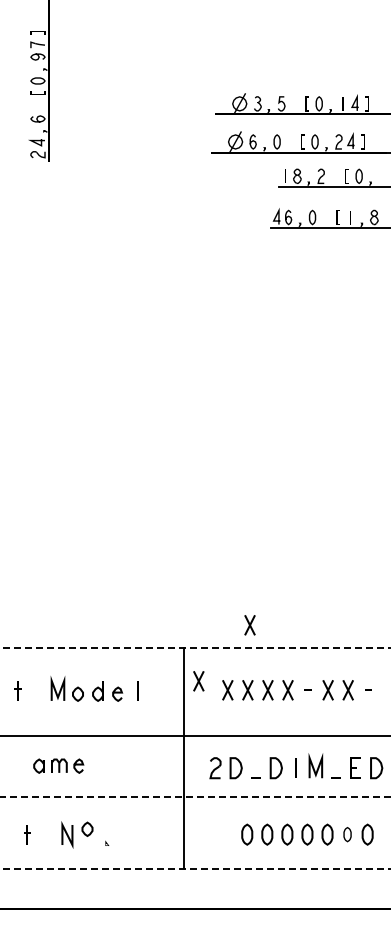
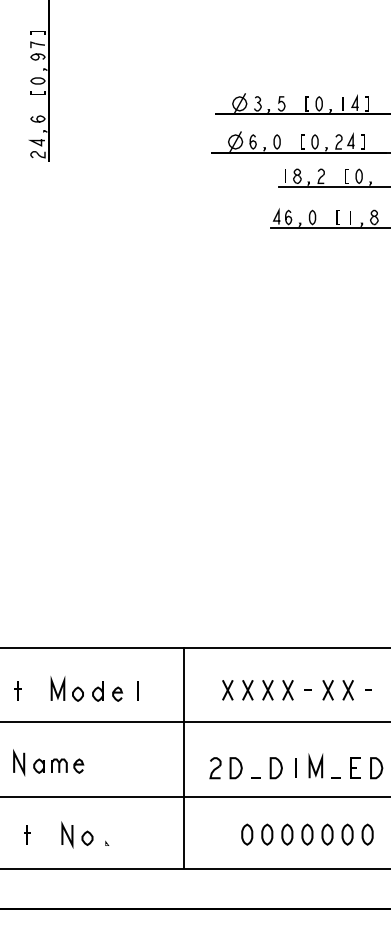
part at (249, 625): present -> none
line at (195, 648): dashed -> solid
part at (198, 681): present -> none
line at (194, 736) position: (194, 736) -> (194, 722)
line at (19, 762): none -> present
line at (195, 796): dashed -> solid
part at (87, 828) position: (87, 828) -> (87, 837)
part at (347, 834) size: 9x16 px -> 13x23 px
line at (195, 868): dashed -> solid
